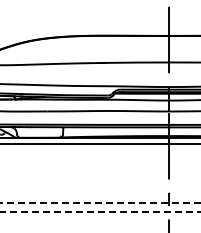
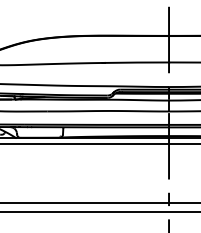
line at (100, 203): dashed -> solid
line at (101, 211): dashed -> solid
